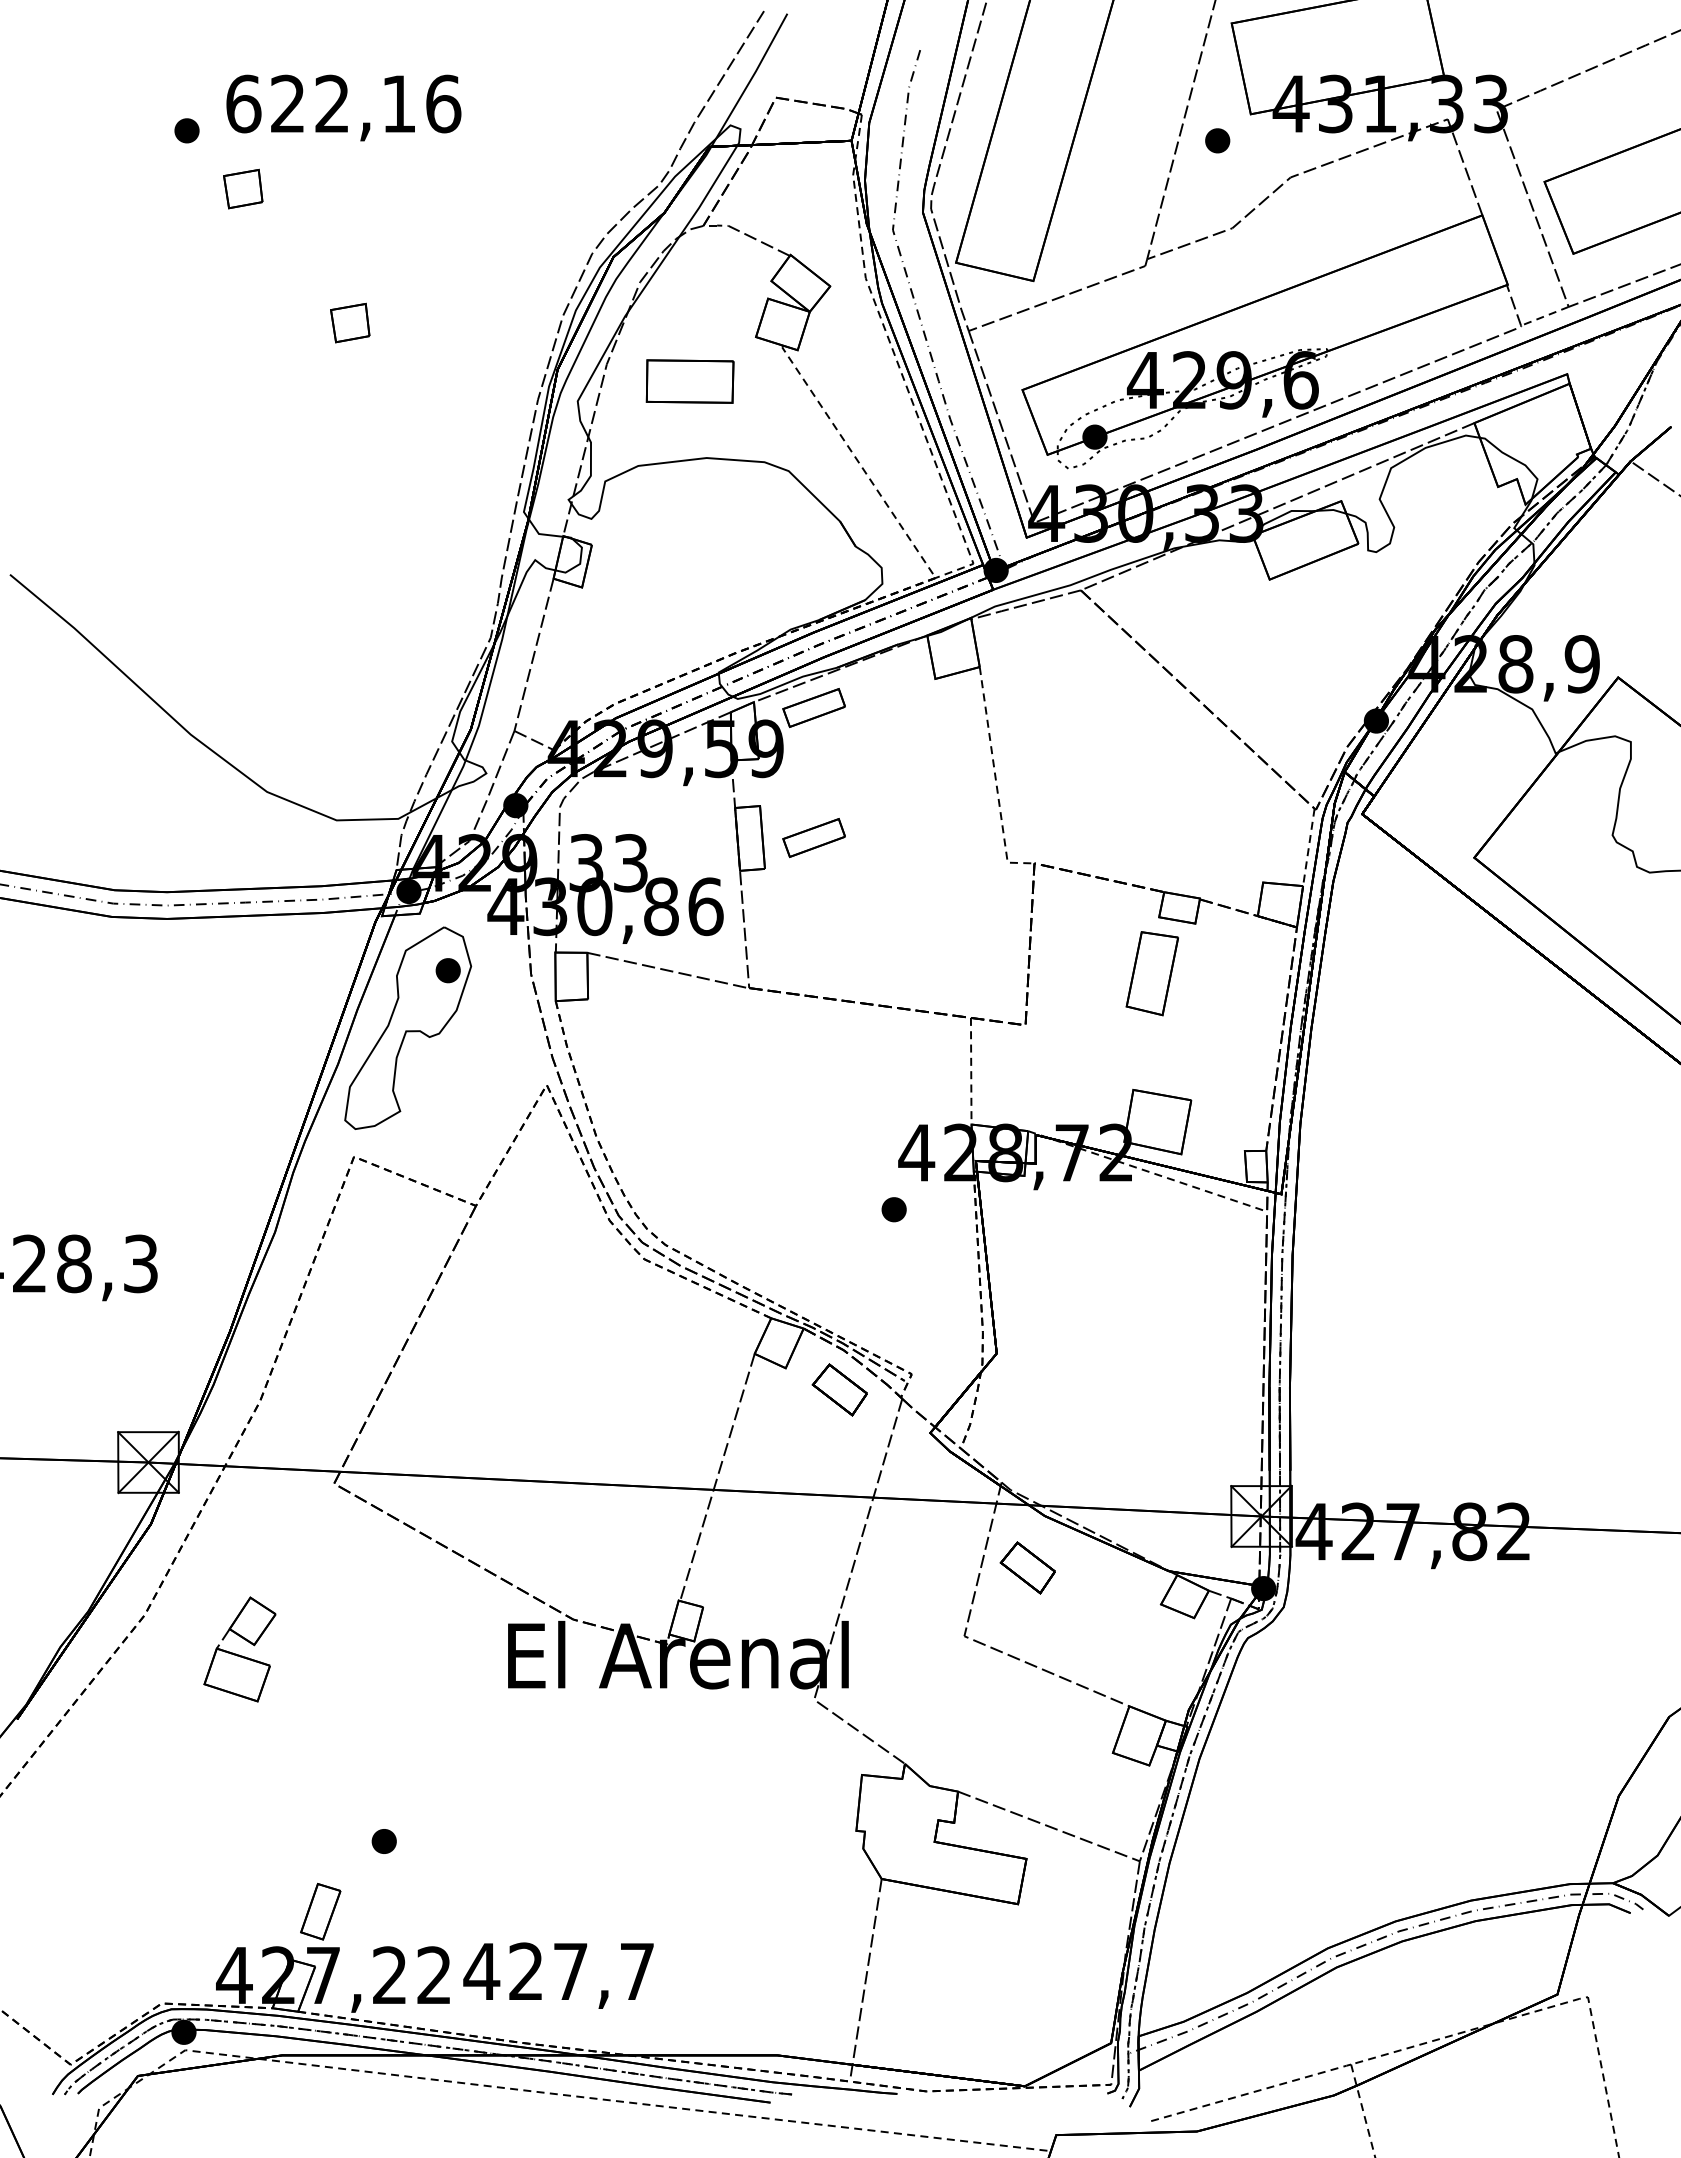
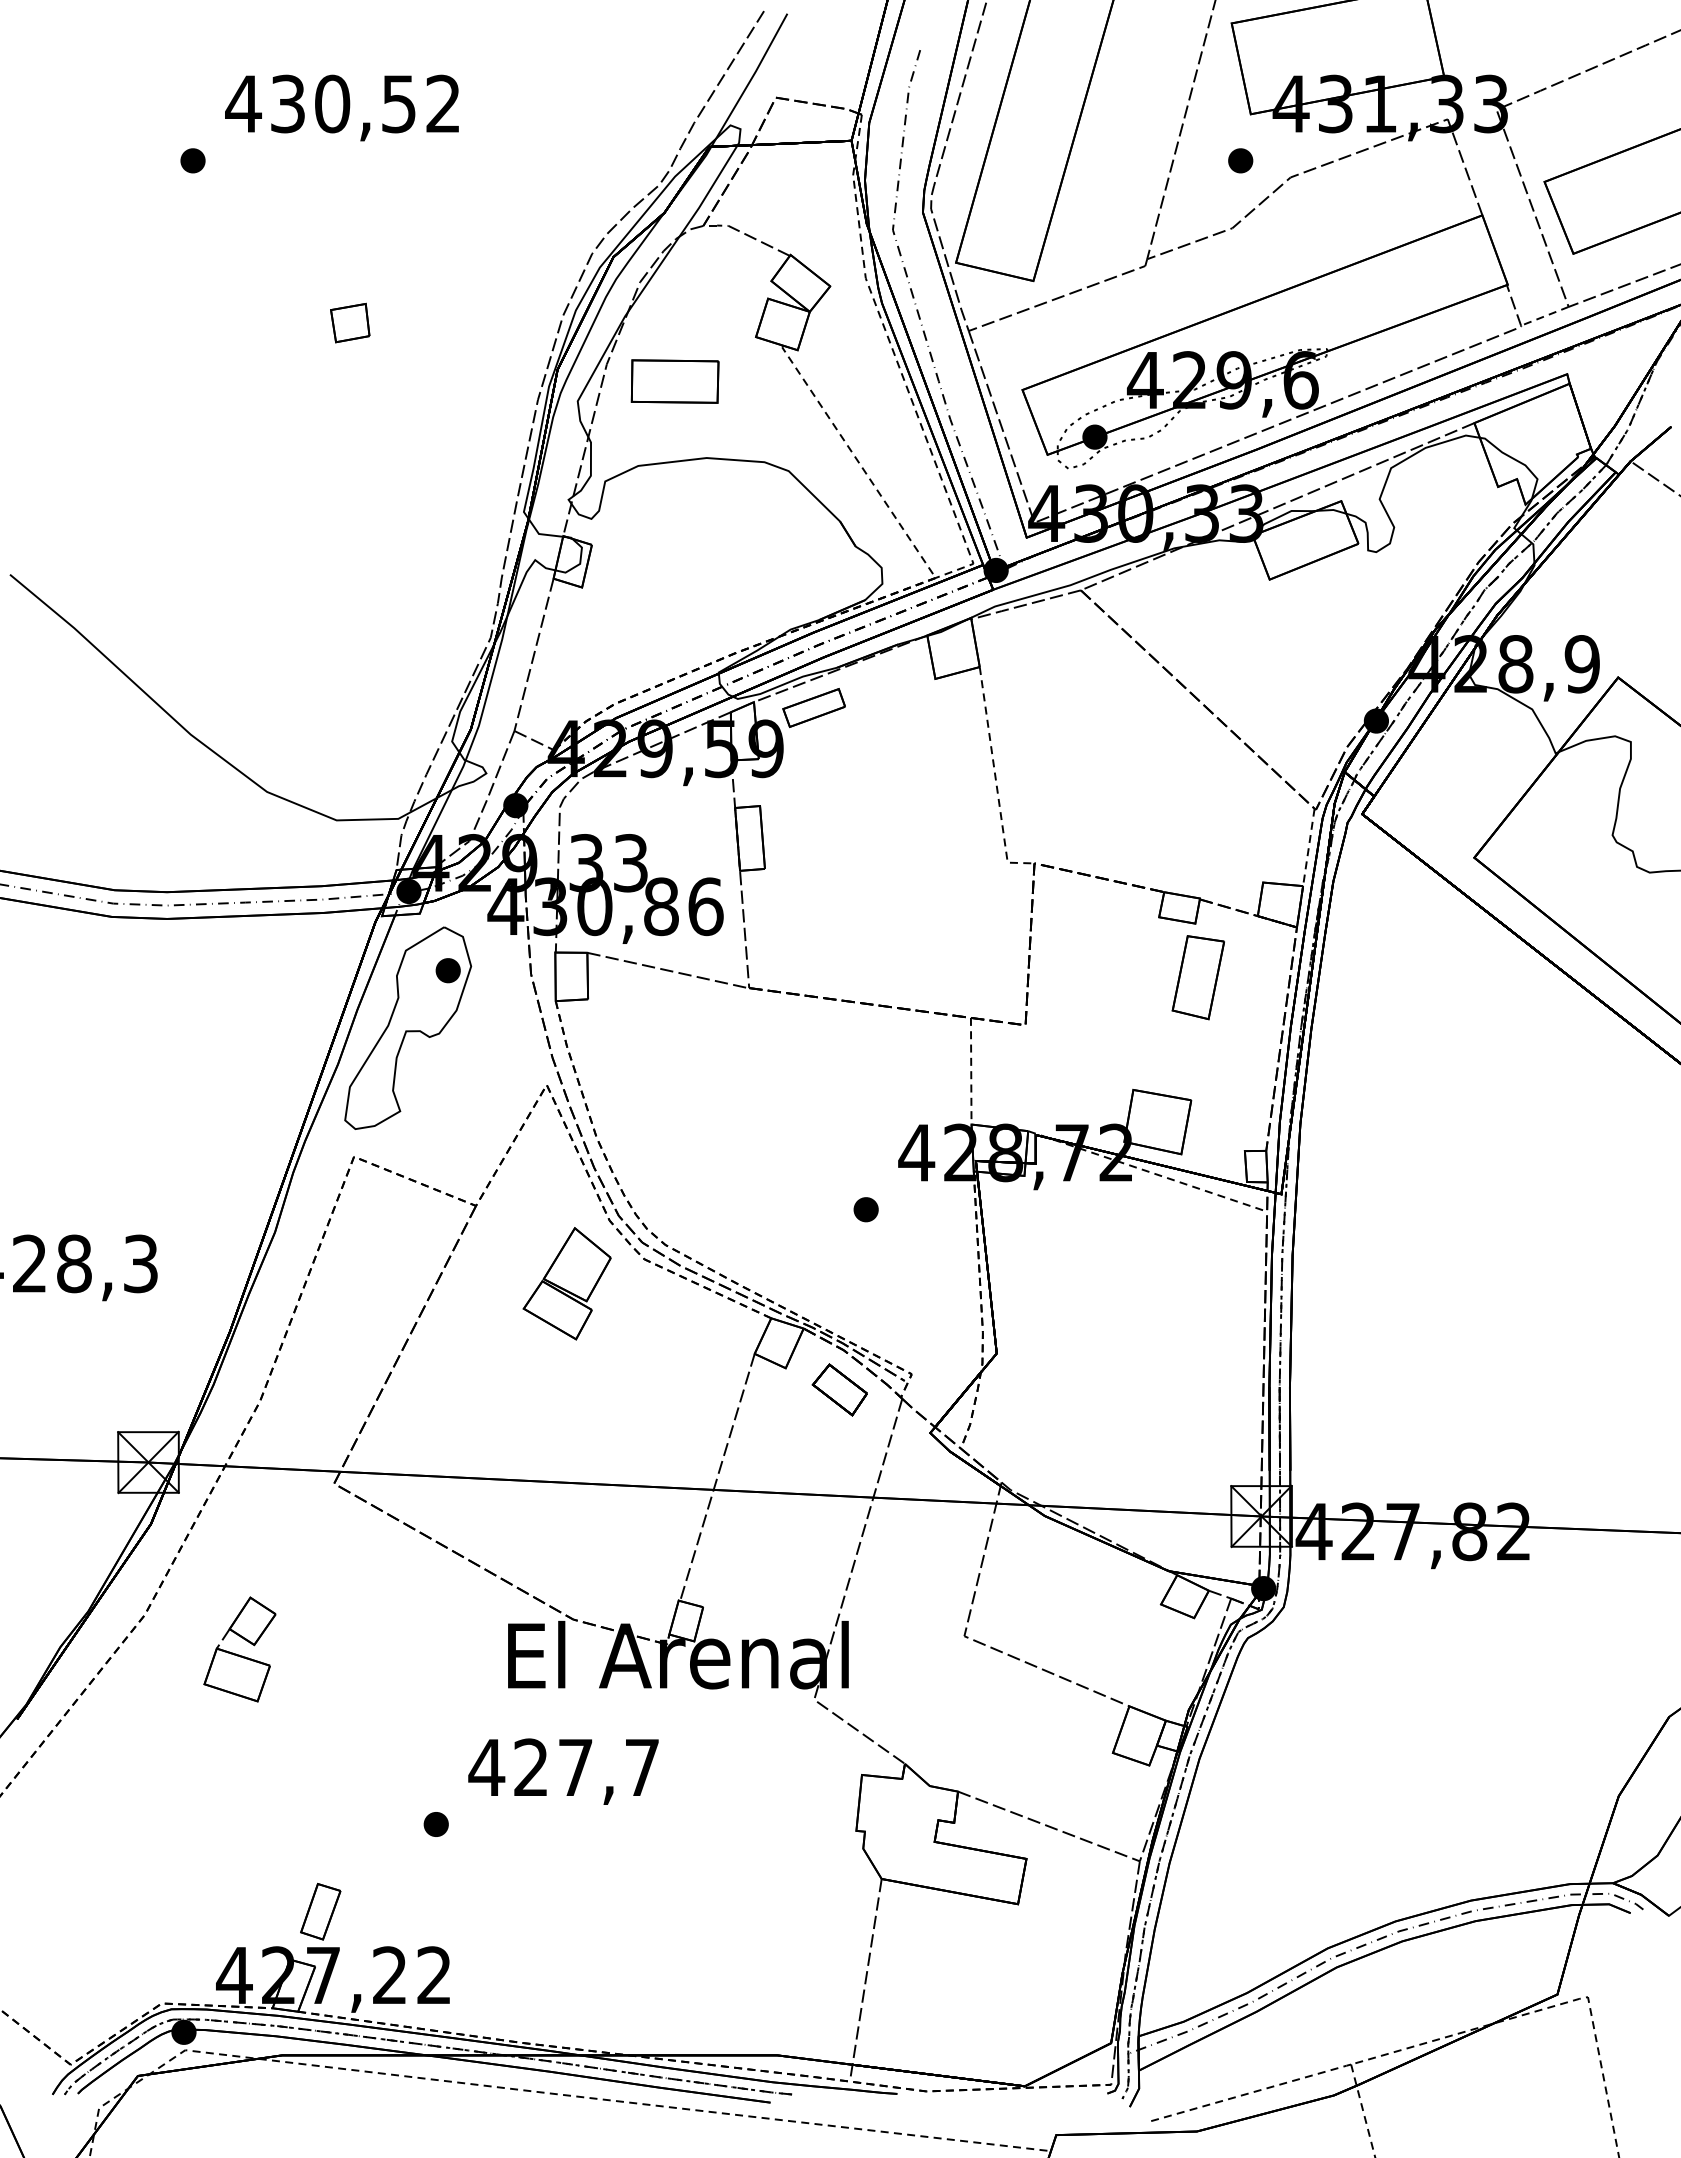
text at (343, 103): 622,16 -> 430,52
part at (186, 130) position: (186, 130) -> (192, 160)
part at (1217, 140) position: (1217, 140) -> (1240, 160)
part at (243, 188): present -> none
part at (689, 381) position: (689, 381) -> (674, 381)
part at (813, 838): present -> none
part at (1151, 973) position: (1151, 973) -> (1197, 977)
part at (893, 1209) position: (893, 1209) -> (865, 1209)
part at (566, 1283): none -> present
part at (1027, 1567): present -> none
part at (383, 1841) position: (383, 1841) -> (435, 1824)
text at (558, 1975) position: (558, 1975) -> (563, 1771)
